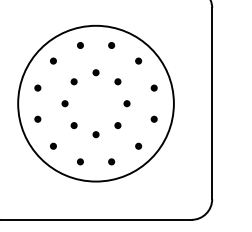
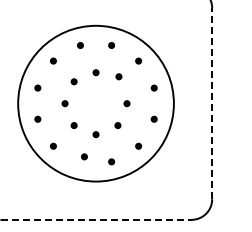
part at (117, 81) position: (117, 81) -> (118, 76)
line at (212, 103): solid -> dashed
part at (80, 161) position: (80, 161) -> (84, 156)
line at (96, 219): solid -> dashed
